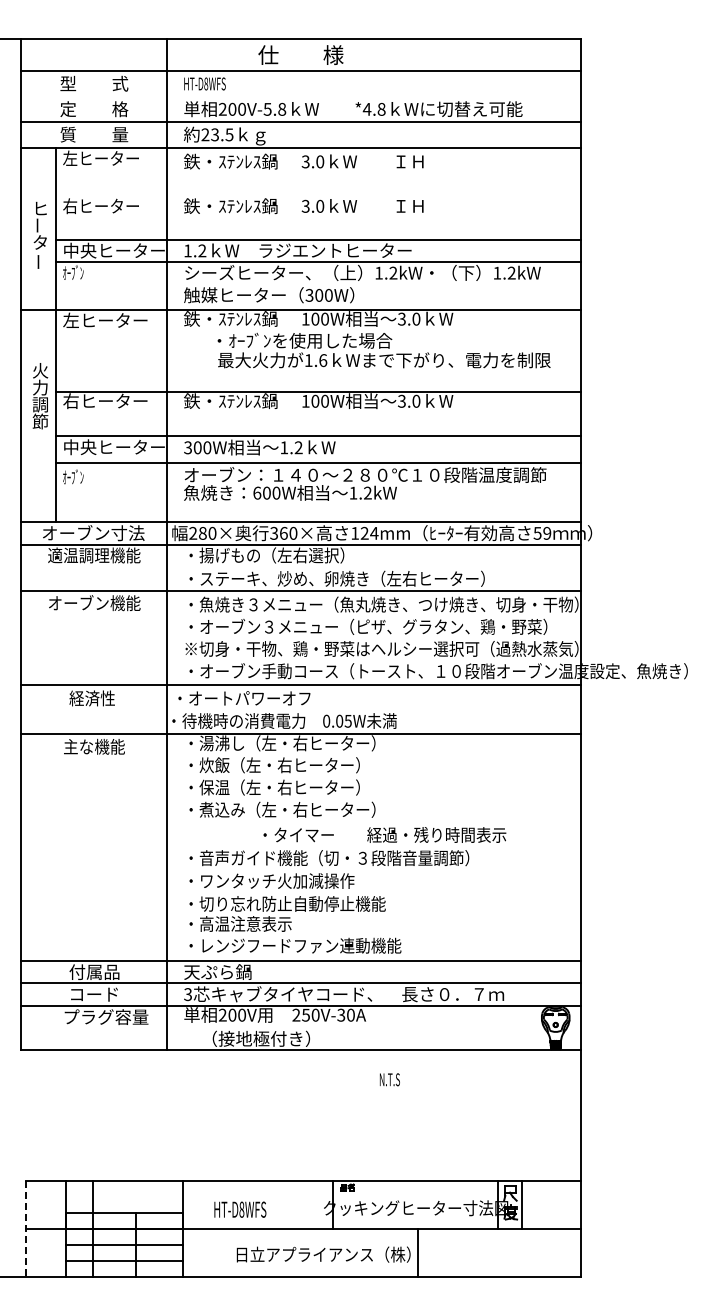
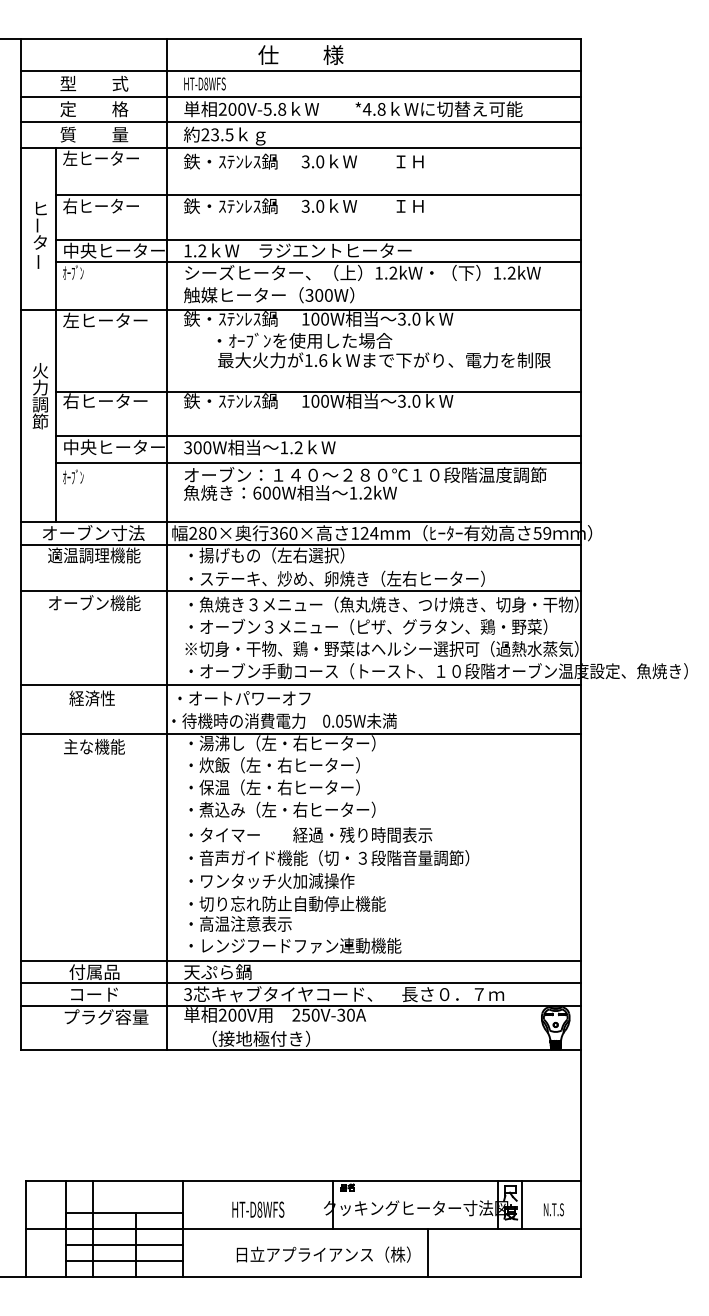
line at (300, 96): none -> present
line at (318, 195): none -> present
text at (384, 834) position: (384, 834) -> (310, 834)
text at (389, 1079) position: (389, 1079) -> (553, 1209)
text at (240, 1209) position: (240, 1209) -> (258, 1209)
line at (25, 1228): dashed -> solid
line at (418, 1252) position: (418, 1252) -> (428, 1252)
